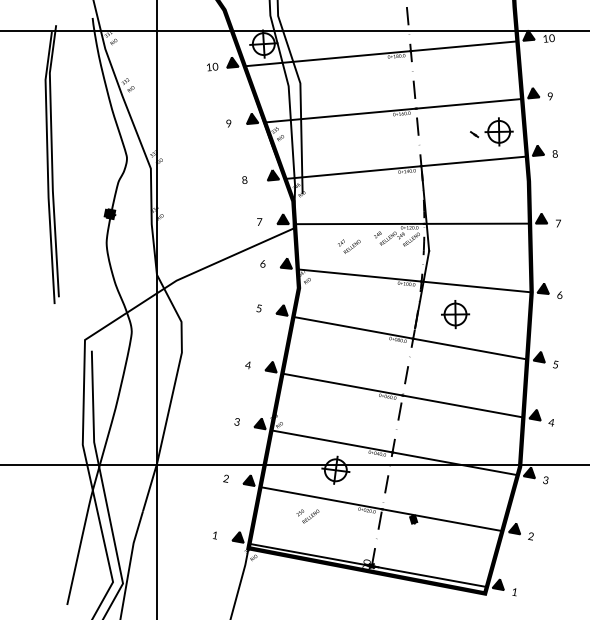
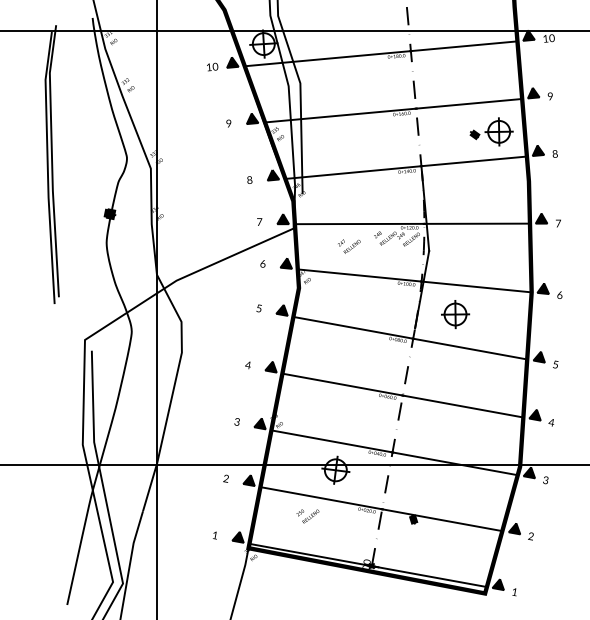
fill at (474, 134): none -> present
text at (244, 179) position: (244, 179) -> (249, 179)
